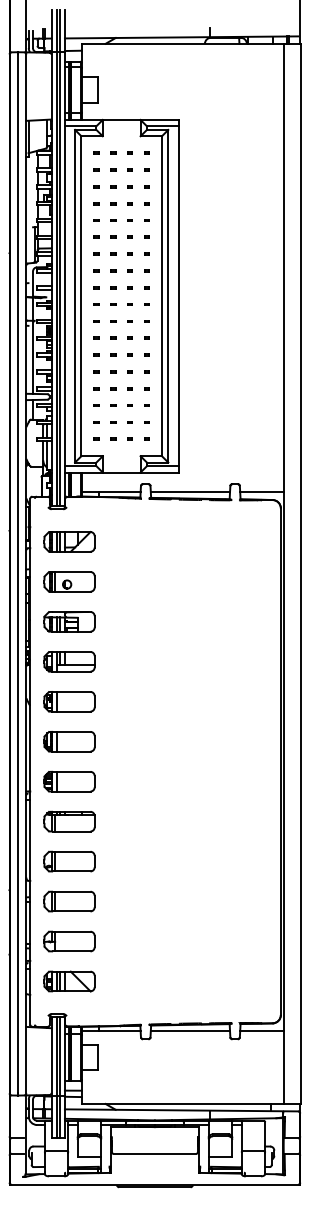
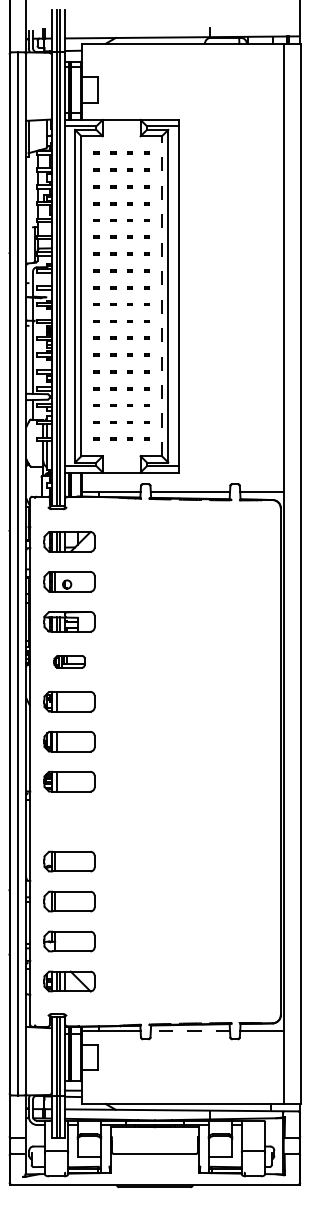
line at (161, 296): solid -> dashed
part at (69, 661) size: 53x22 px -> 33x14 px
part at (69, 821): present -> none
line at (190, 1030): solid -> dashed
